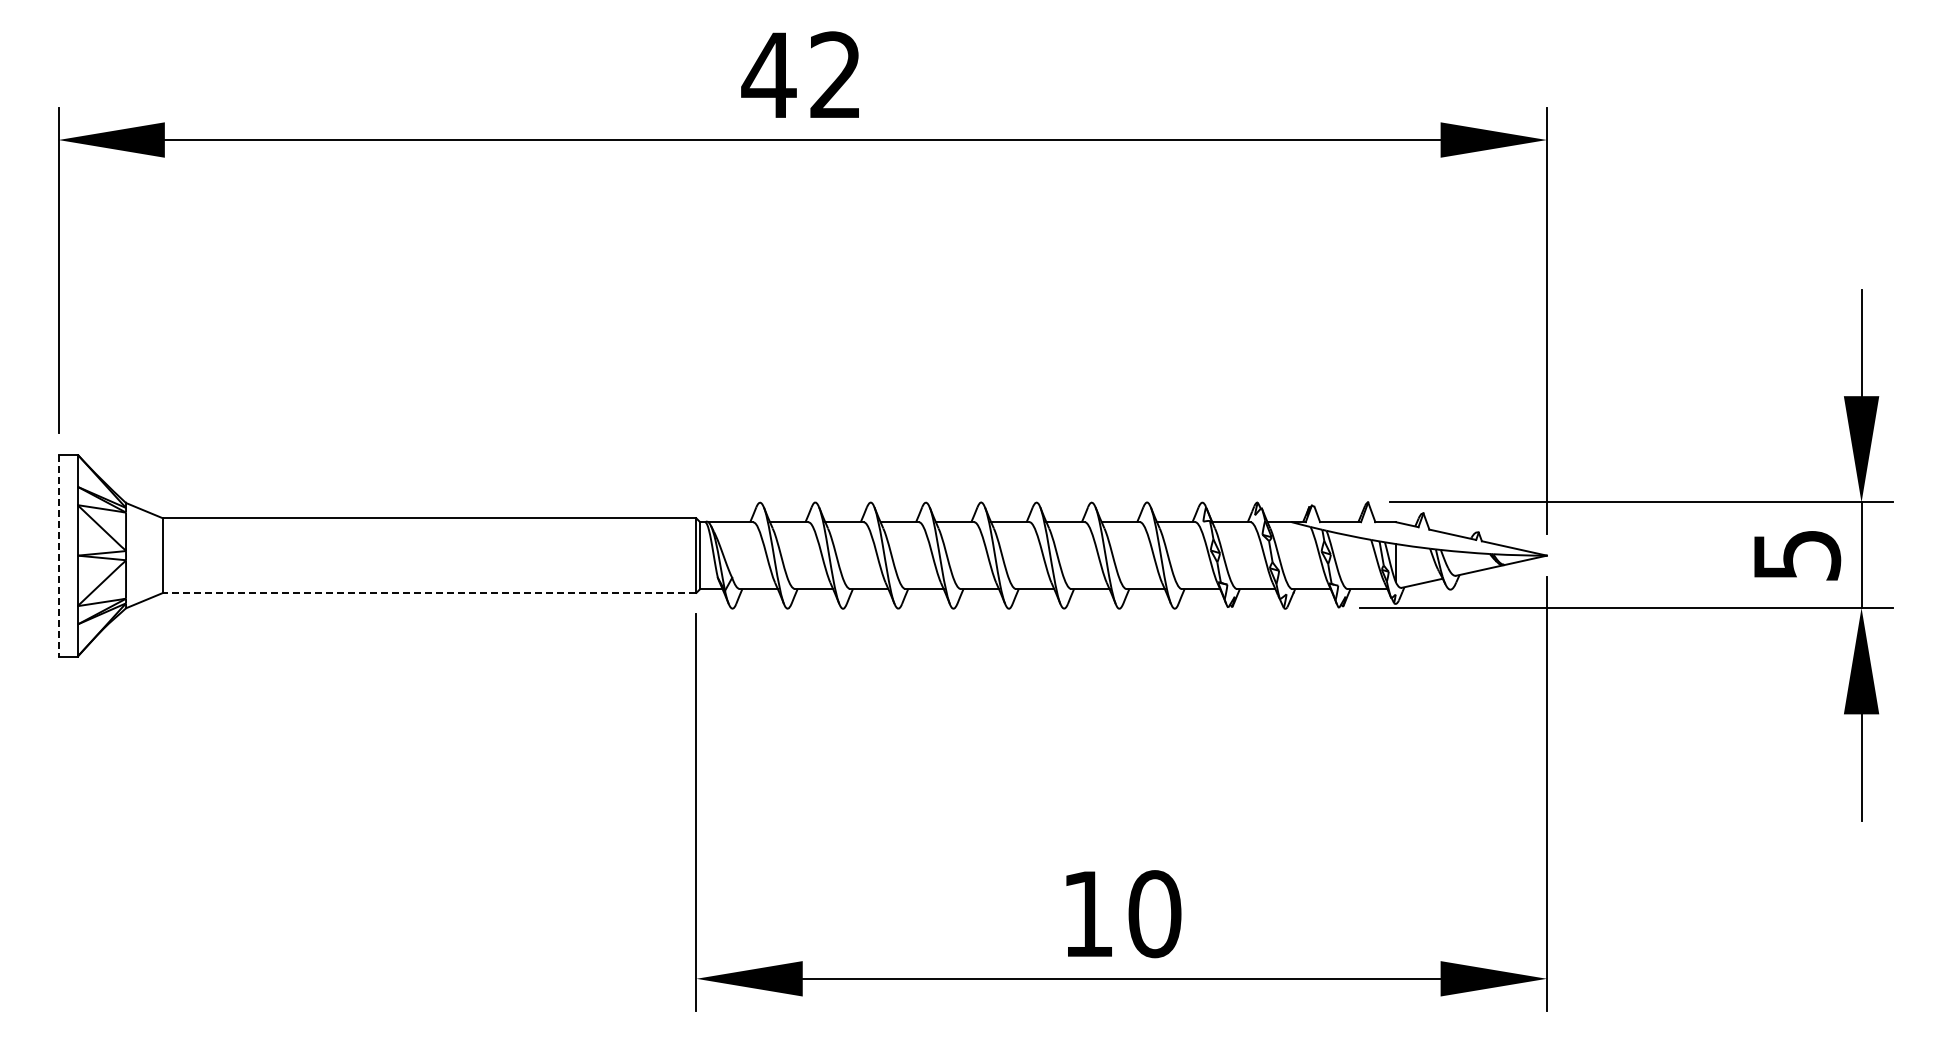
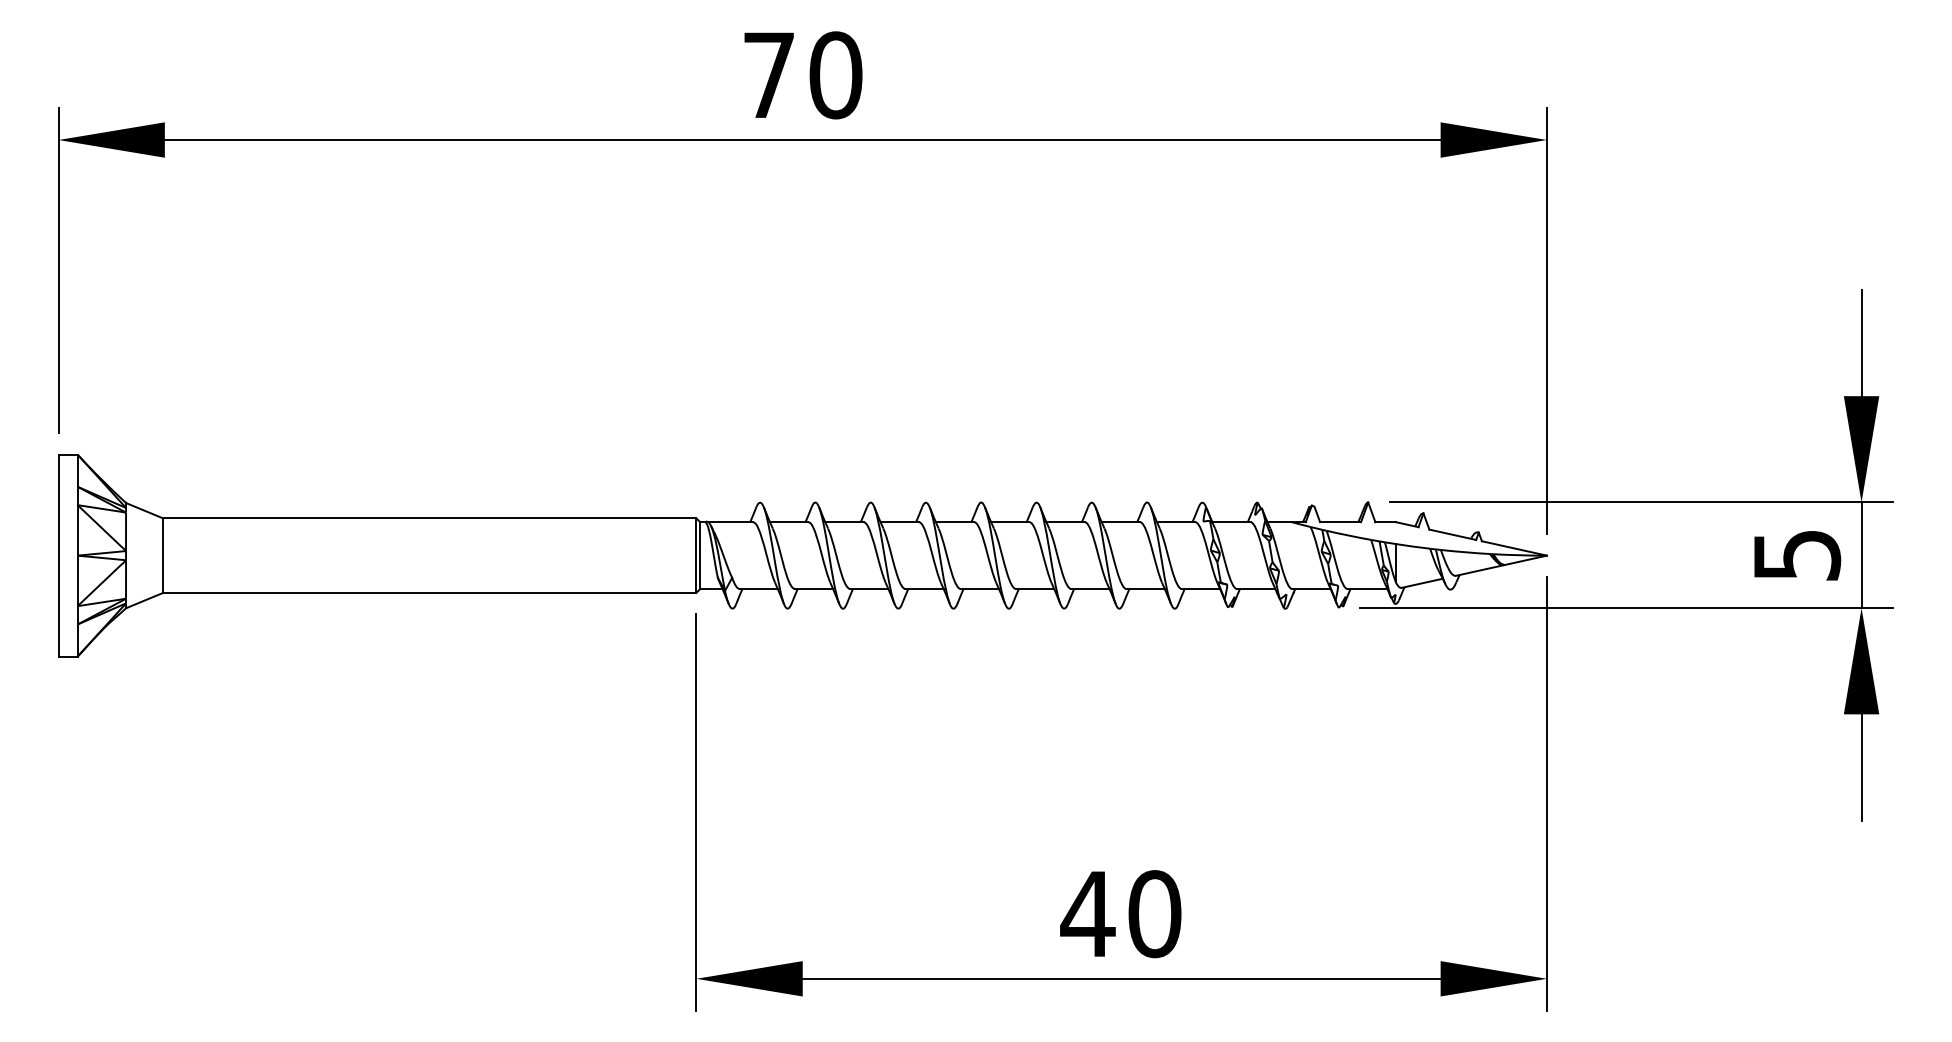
text at (801, 75): 42 -> 70
line at (58, 555): dashed -> solid
line at (429, 592): dashed -> solid
text at (1087, 913): 10 -> 40
